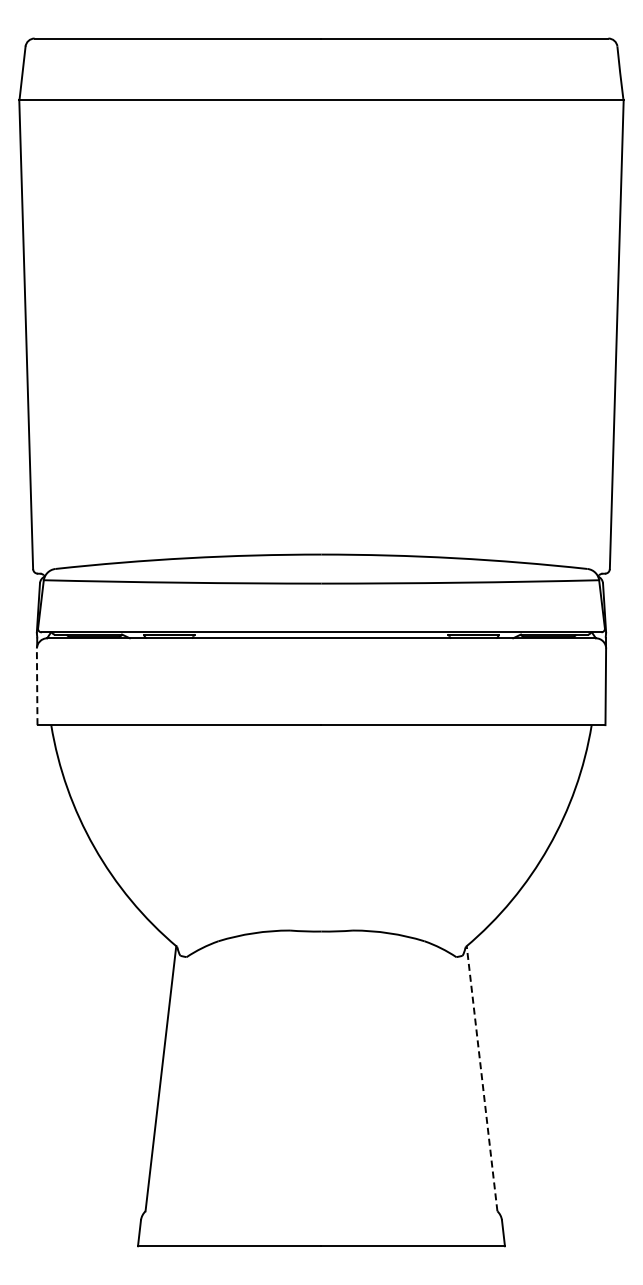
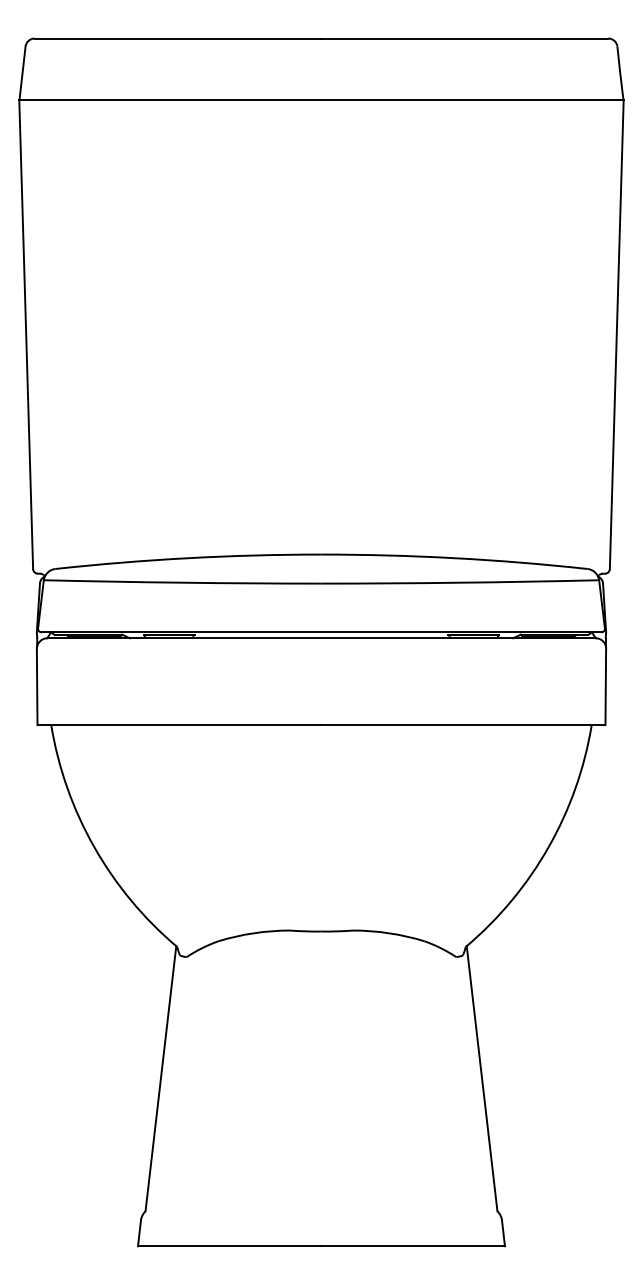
line at (37, 686): dashed -> solid
line at (482, 1078): dashed -> solid
